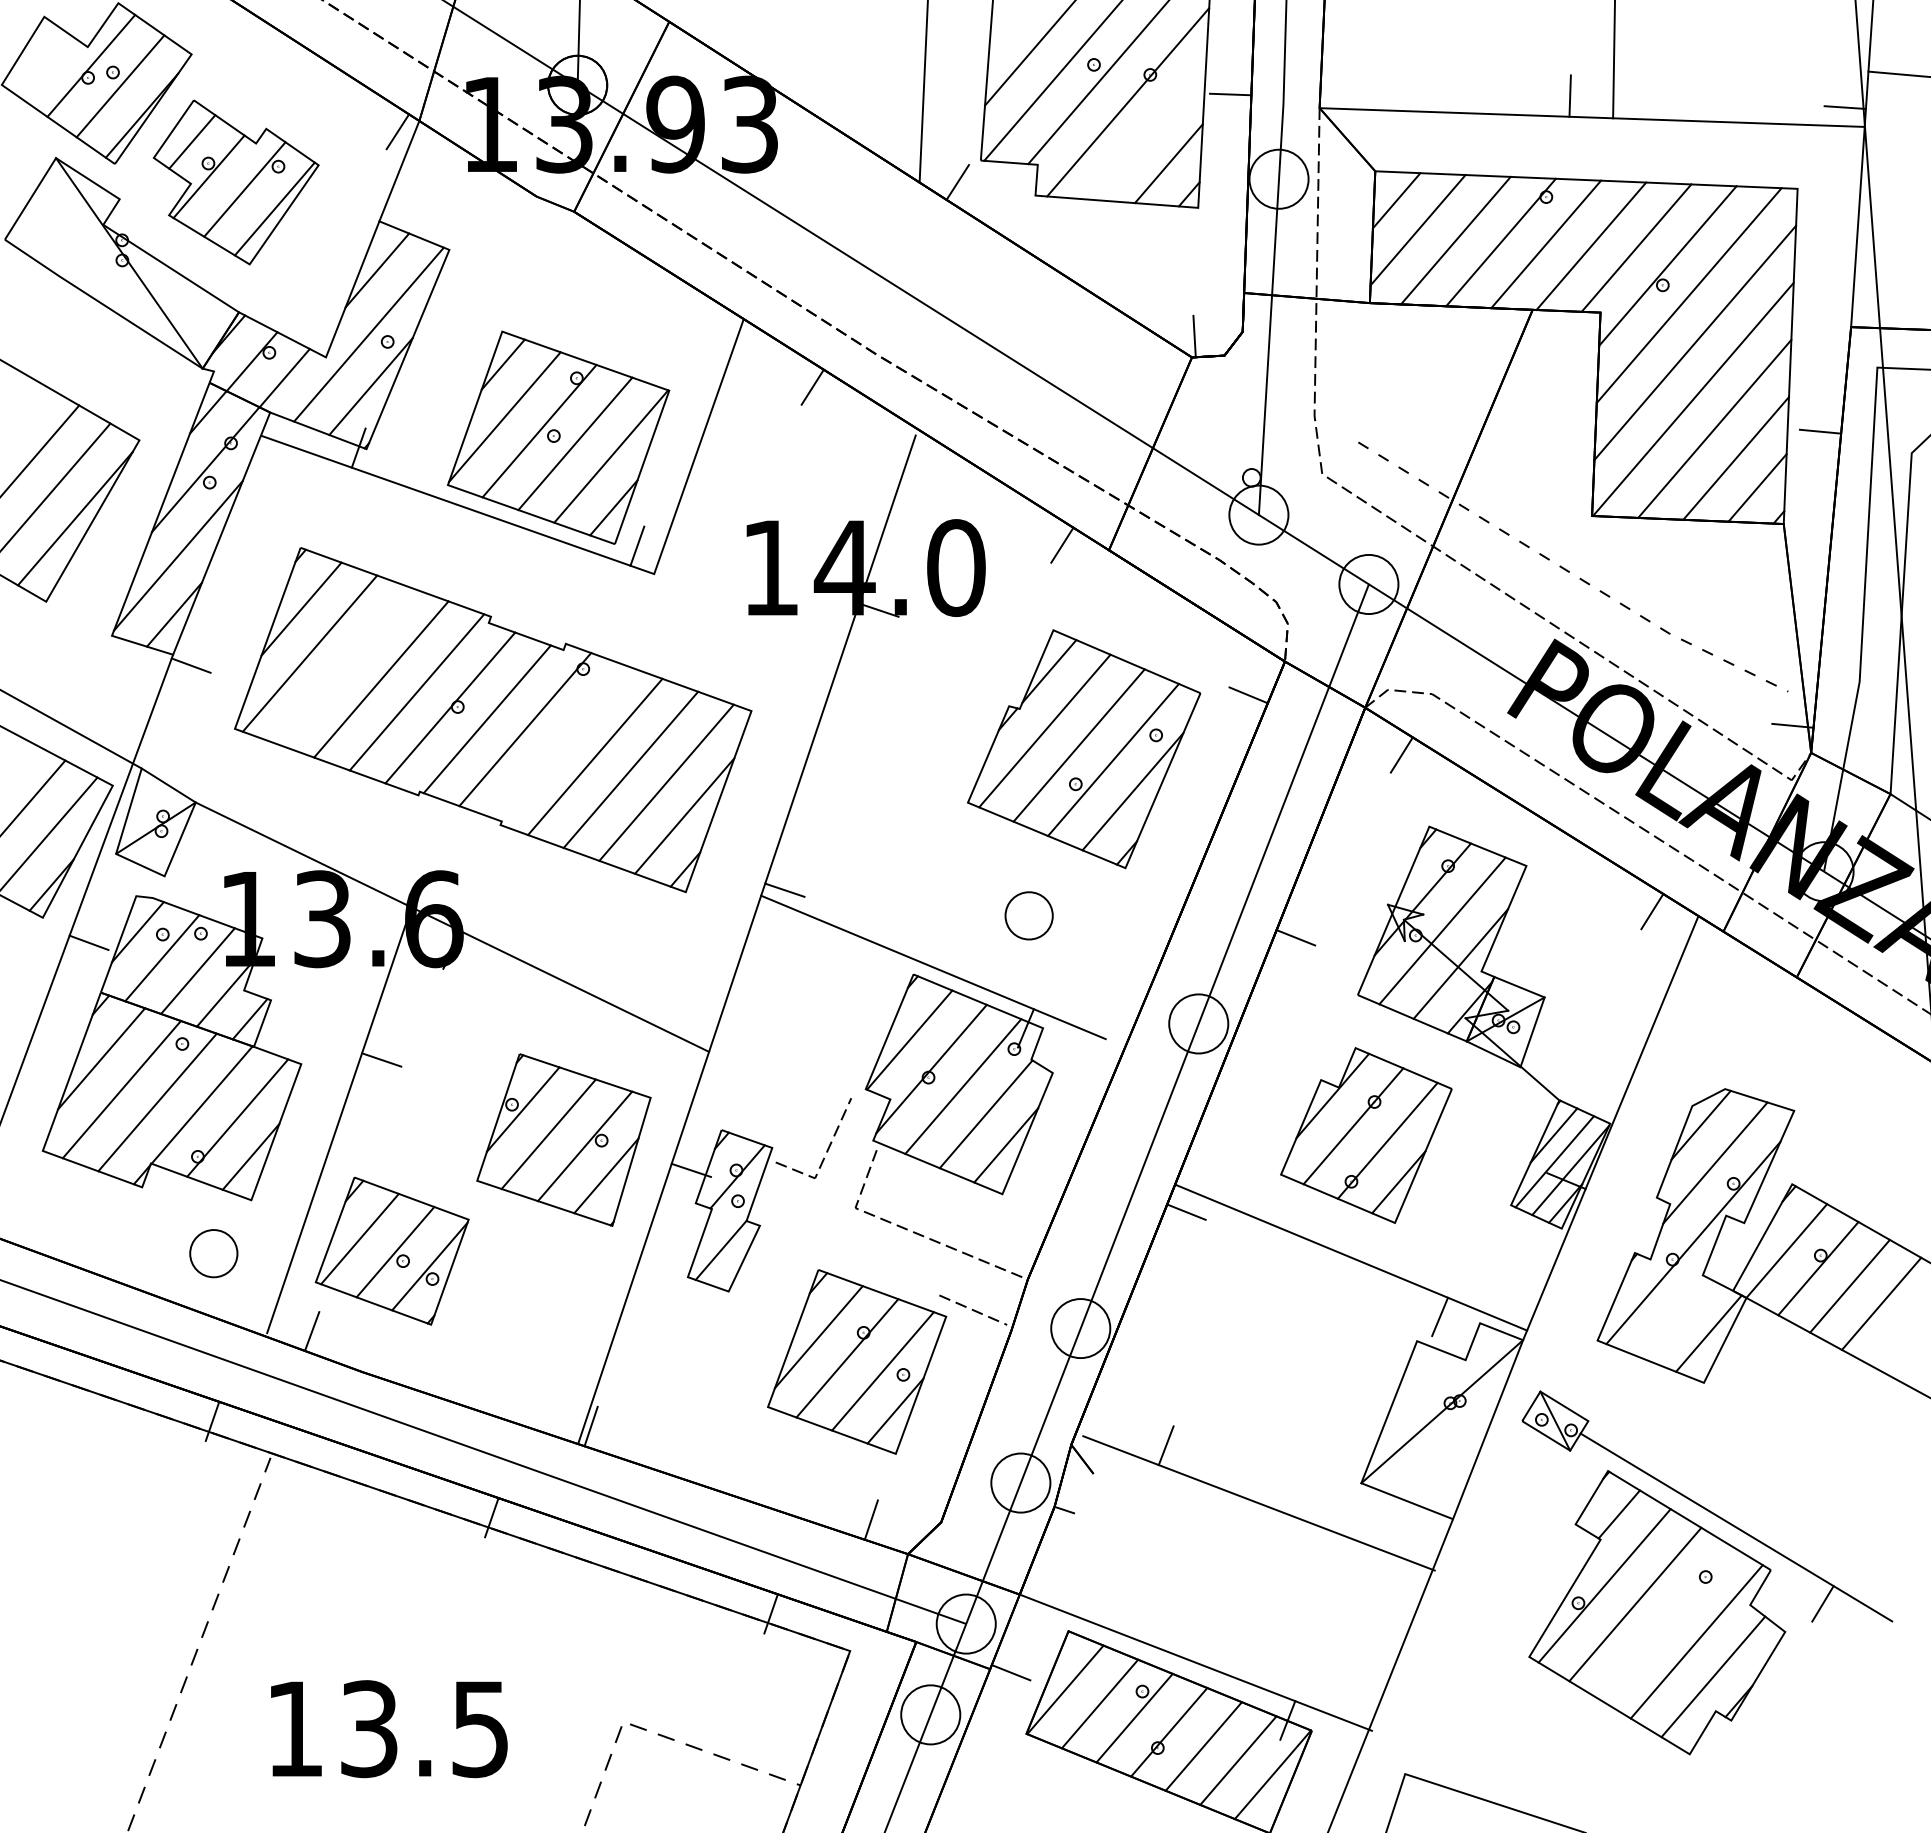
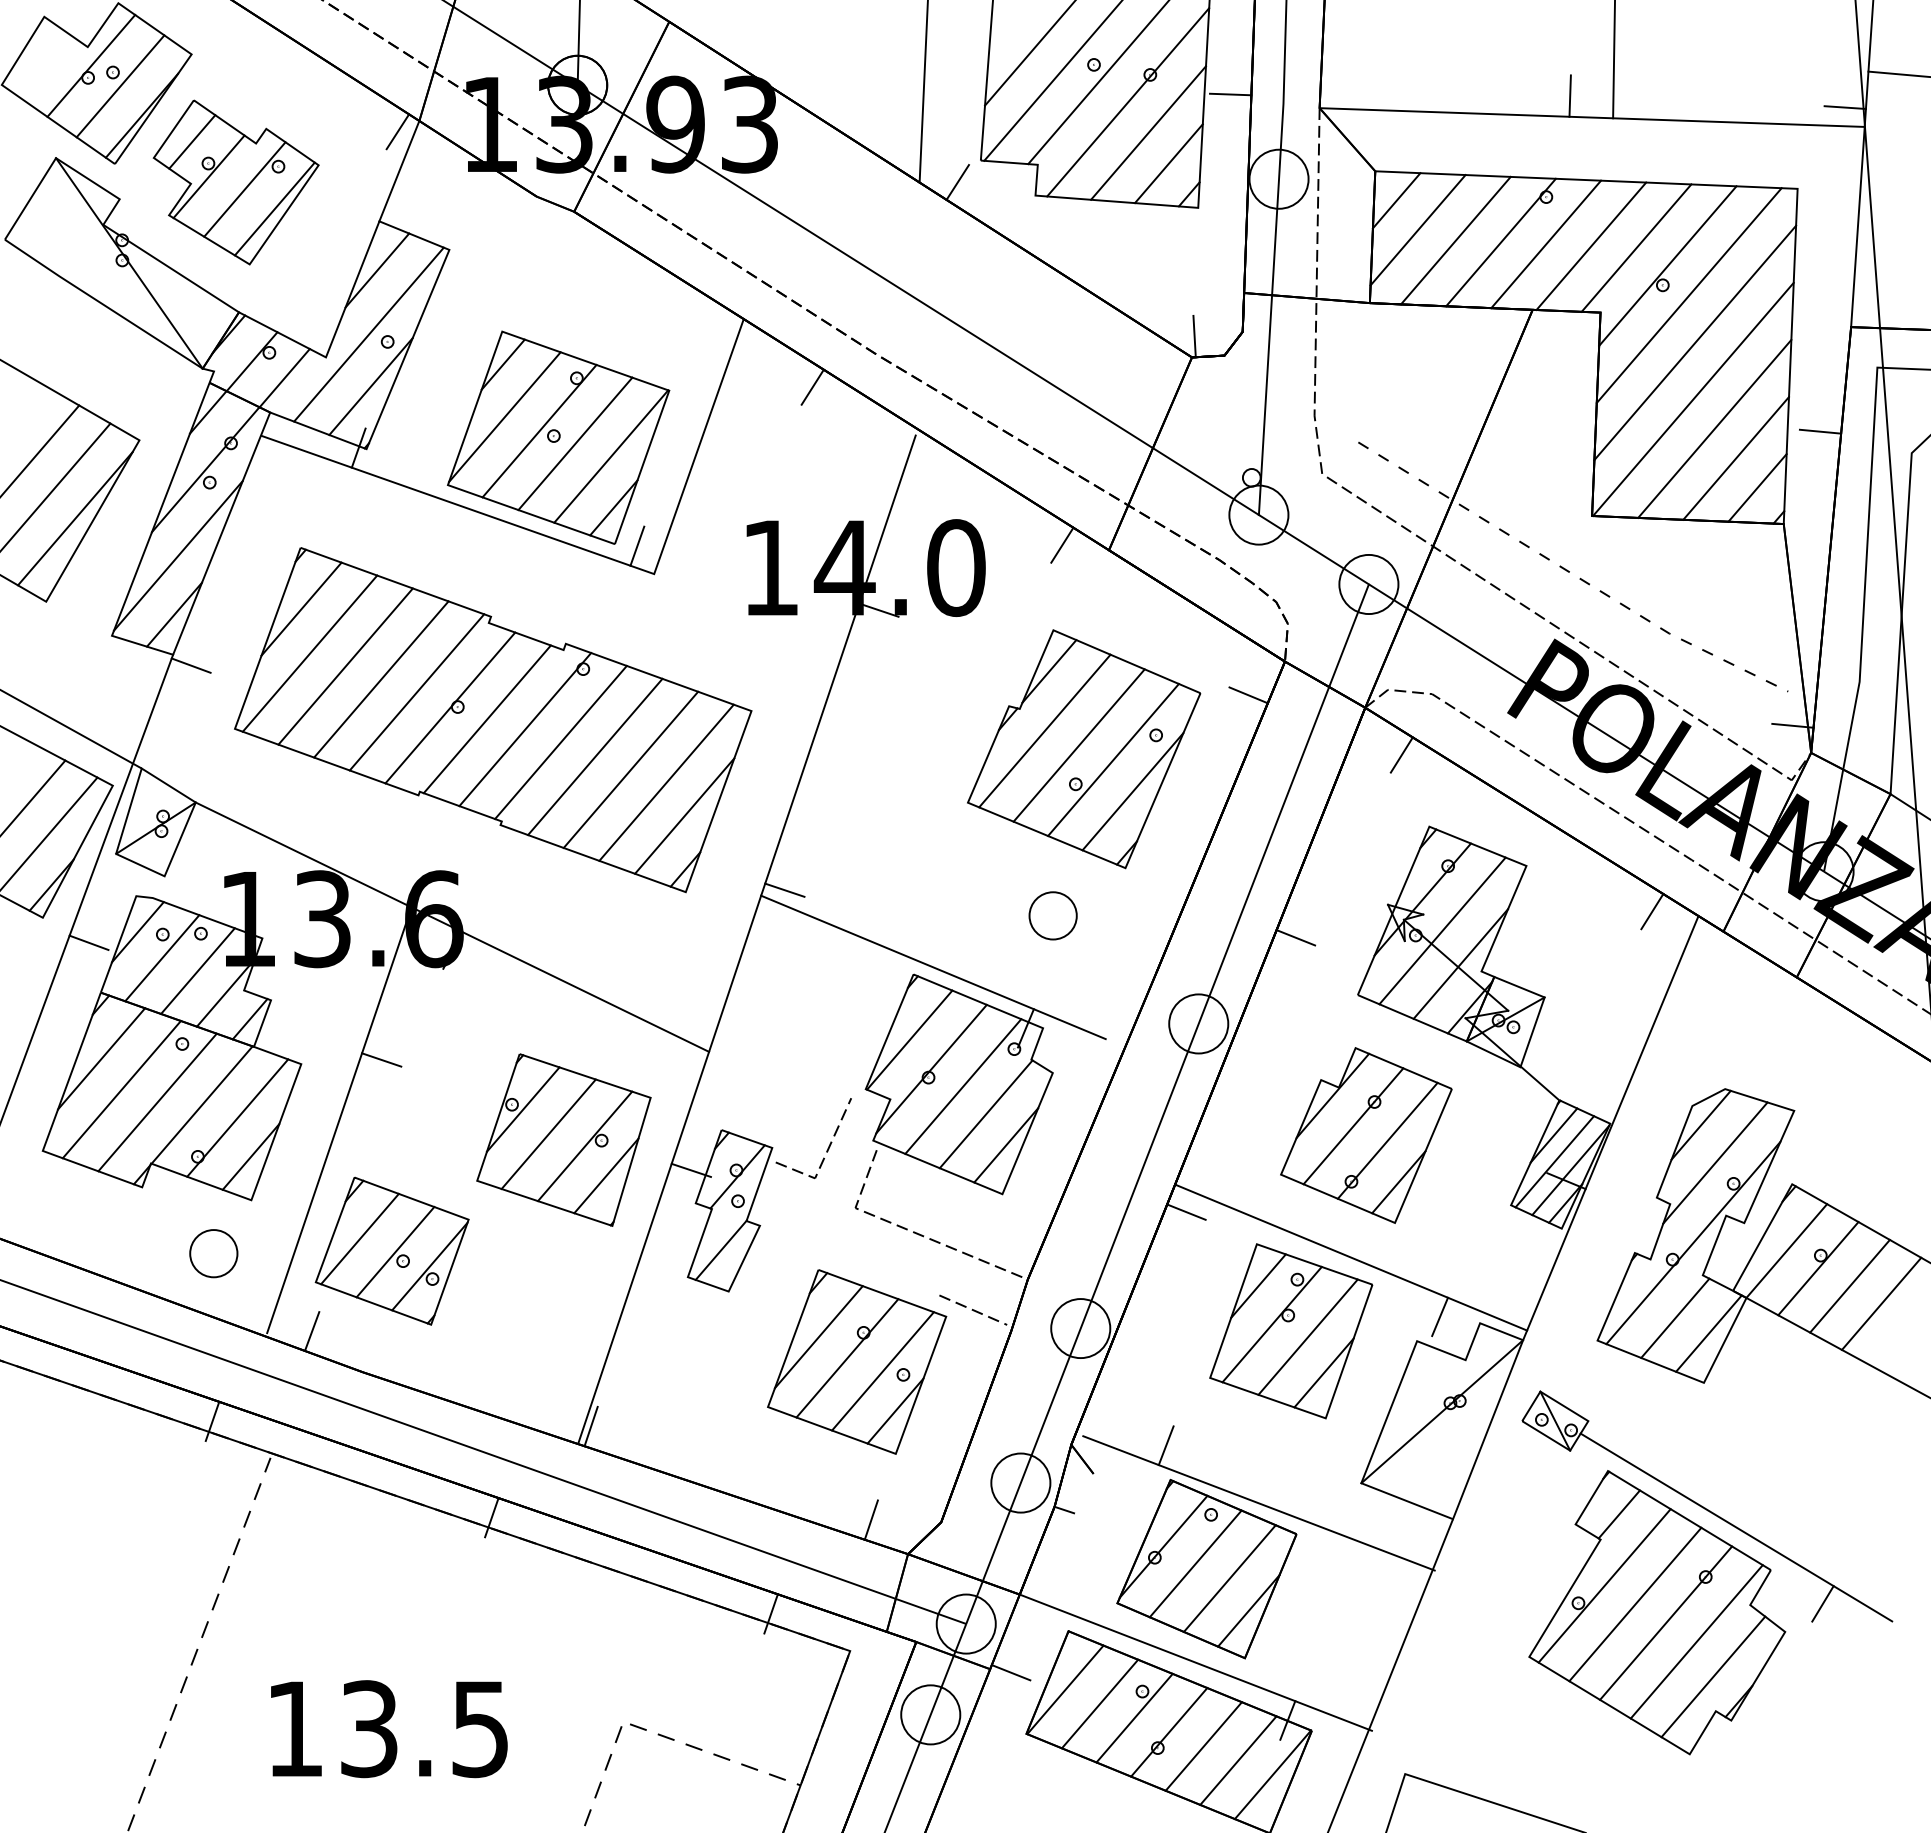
line at (1148, 132): none -> present
line at (345, 666): none -> present
line at (560, 742): none -> present
part at (1028, 915) position: (1028, 915) -> (1052, 915)
line at (1675, 1317): none -> present
part at (1291, 1331): none -> present
part at (1206, 1568): none -> present
line at (1666, 1622): none -> present
